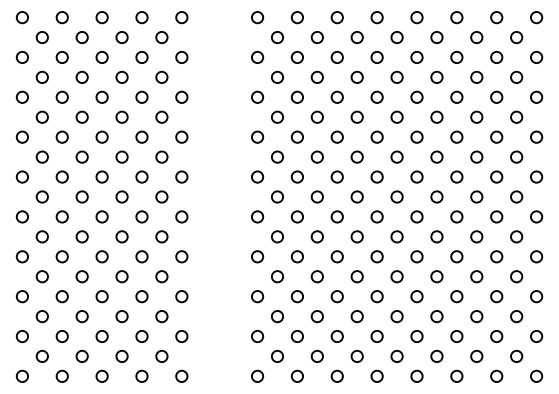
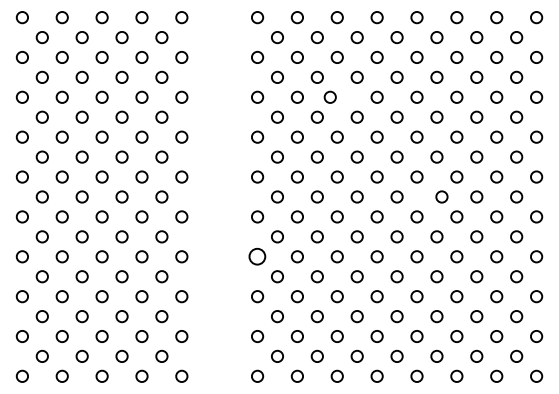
circle at (336, 96) position: (336, 96) -> (329, 96)
circle at (436, 196) position: (436, 196) -> (441, 196)
circle at (257, 256) size: 14x14 px -> 19x19 px
